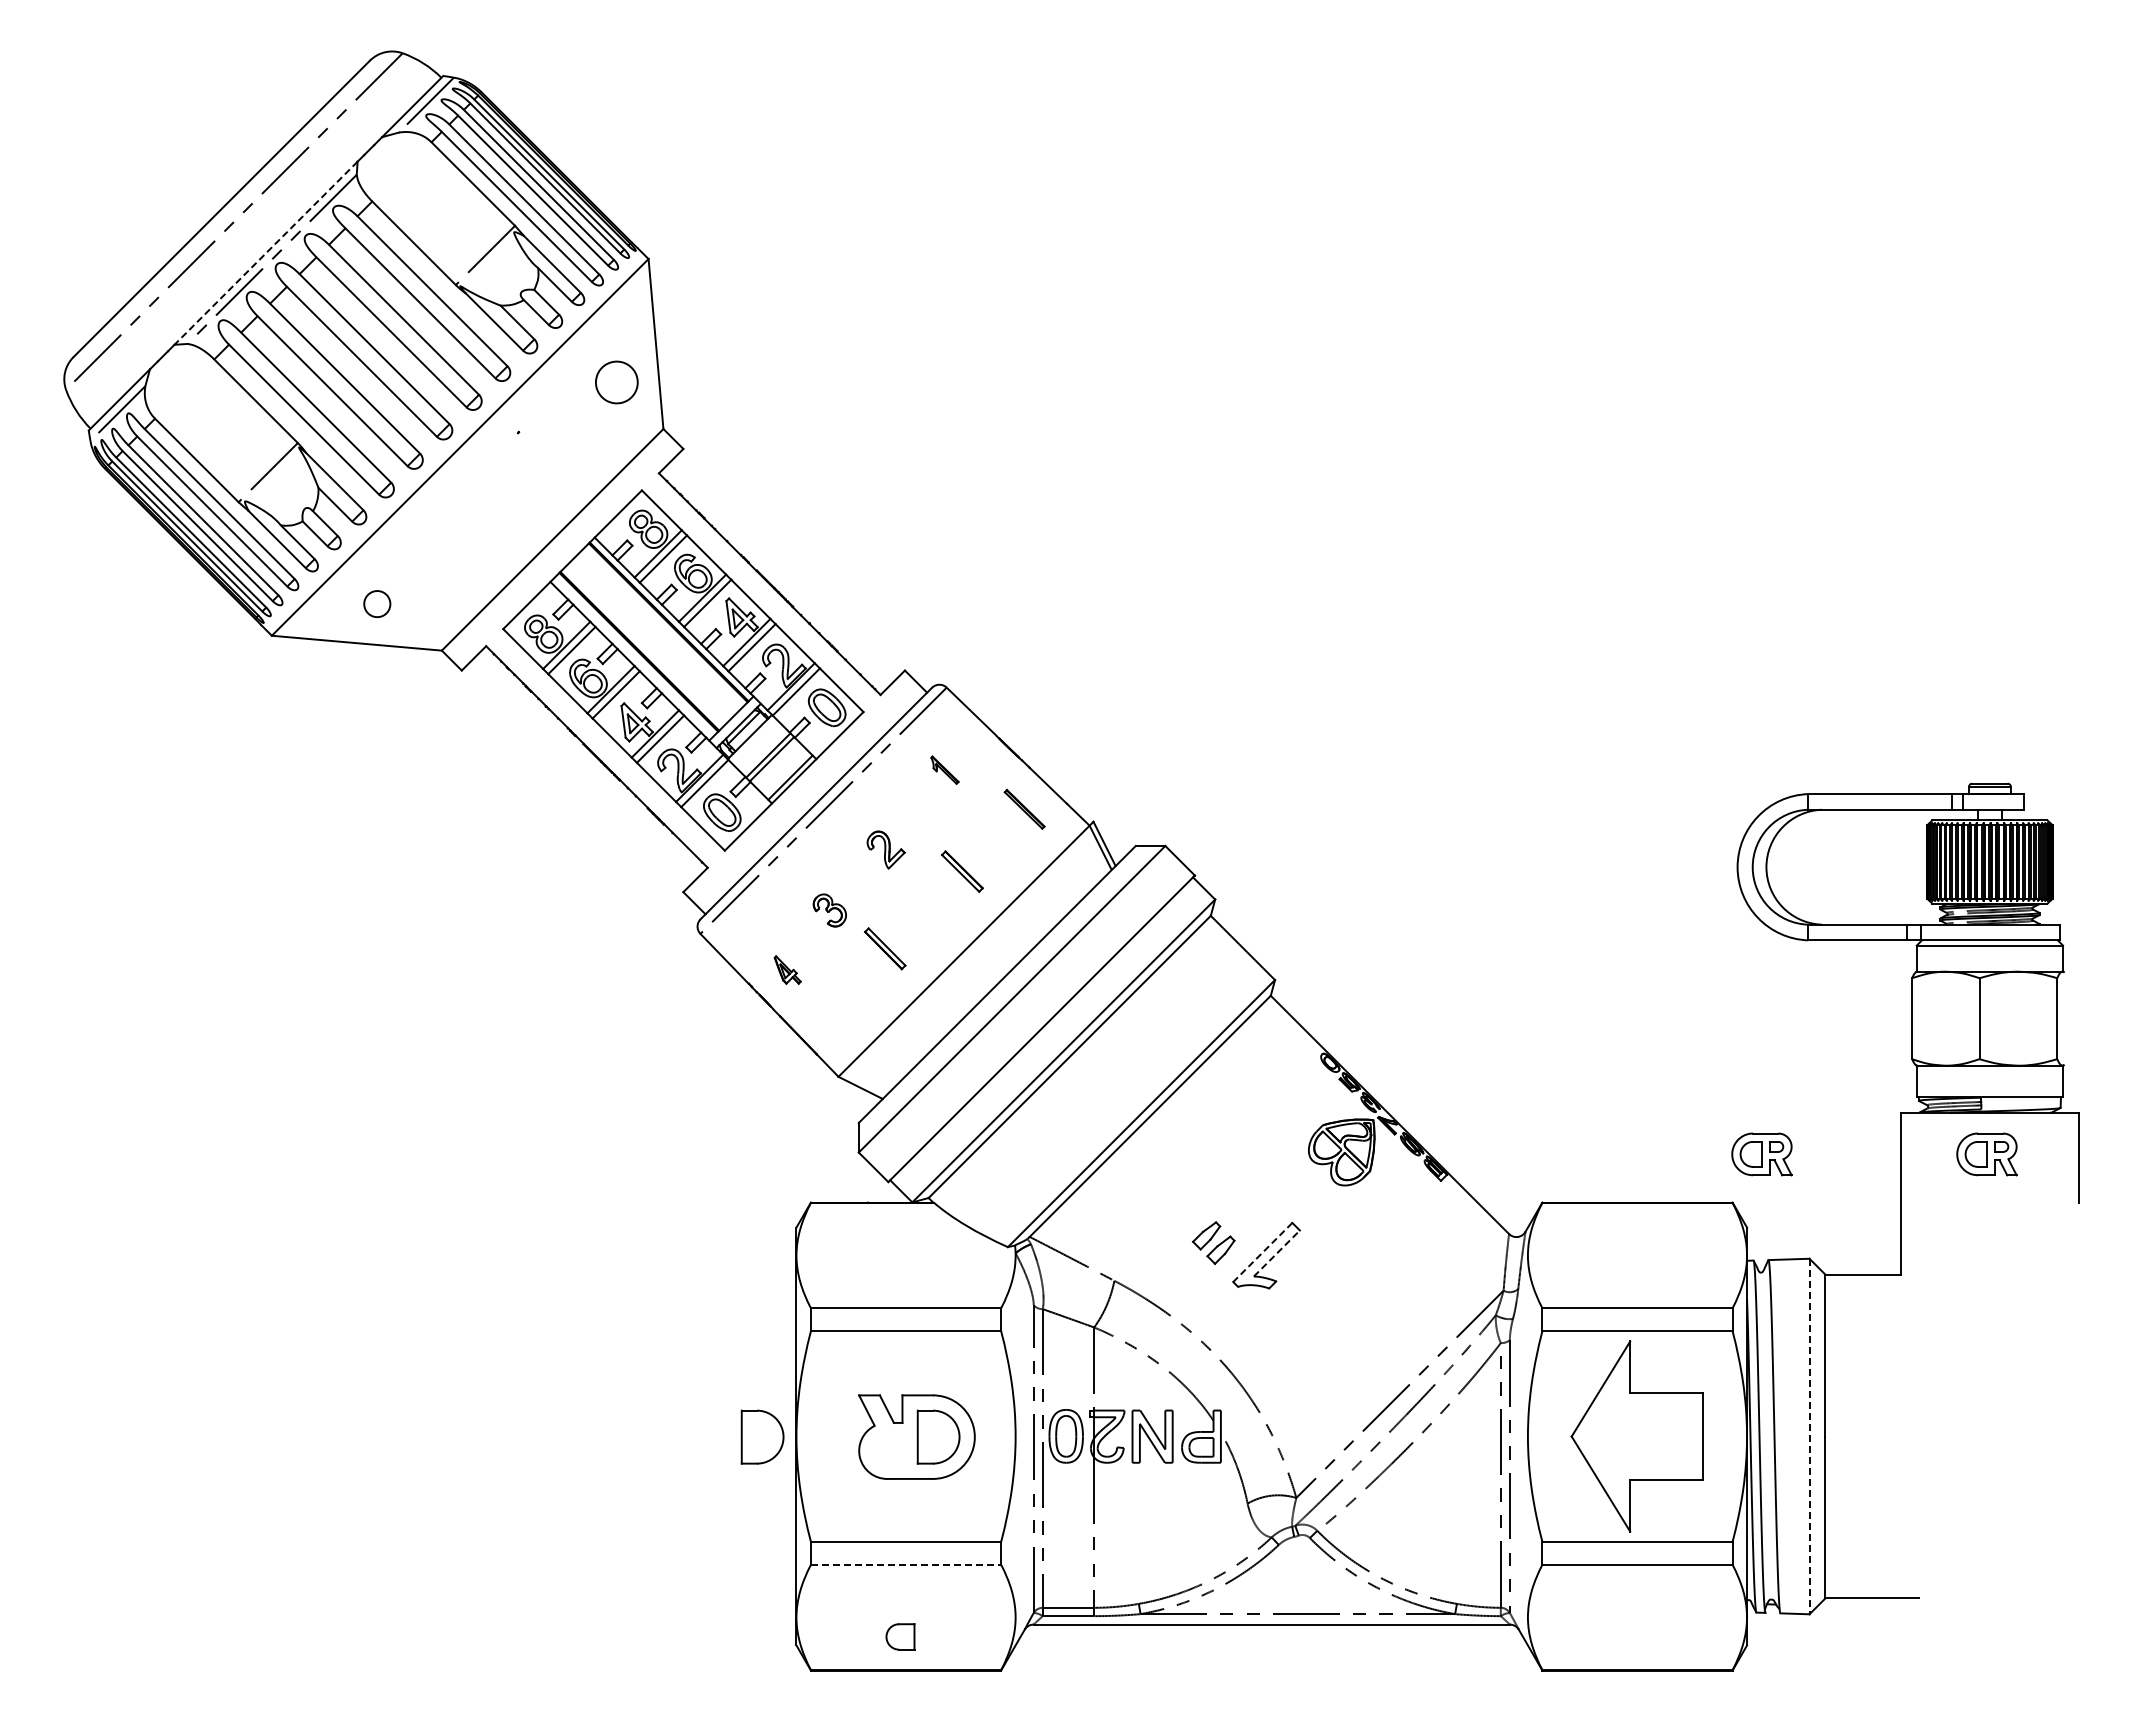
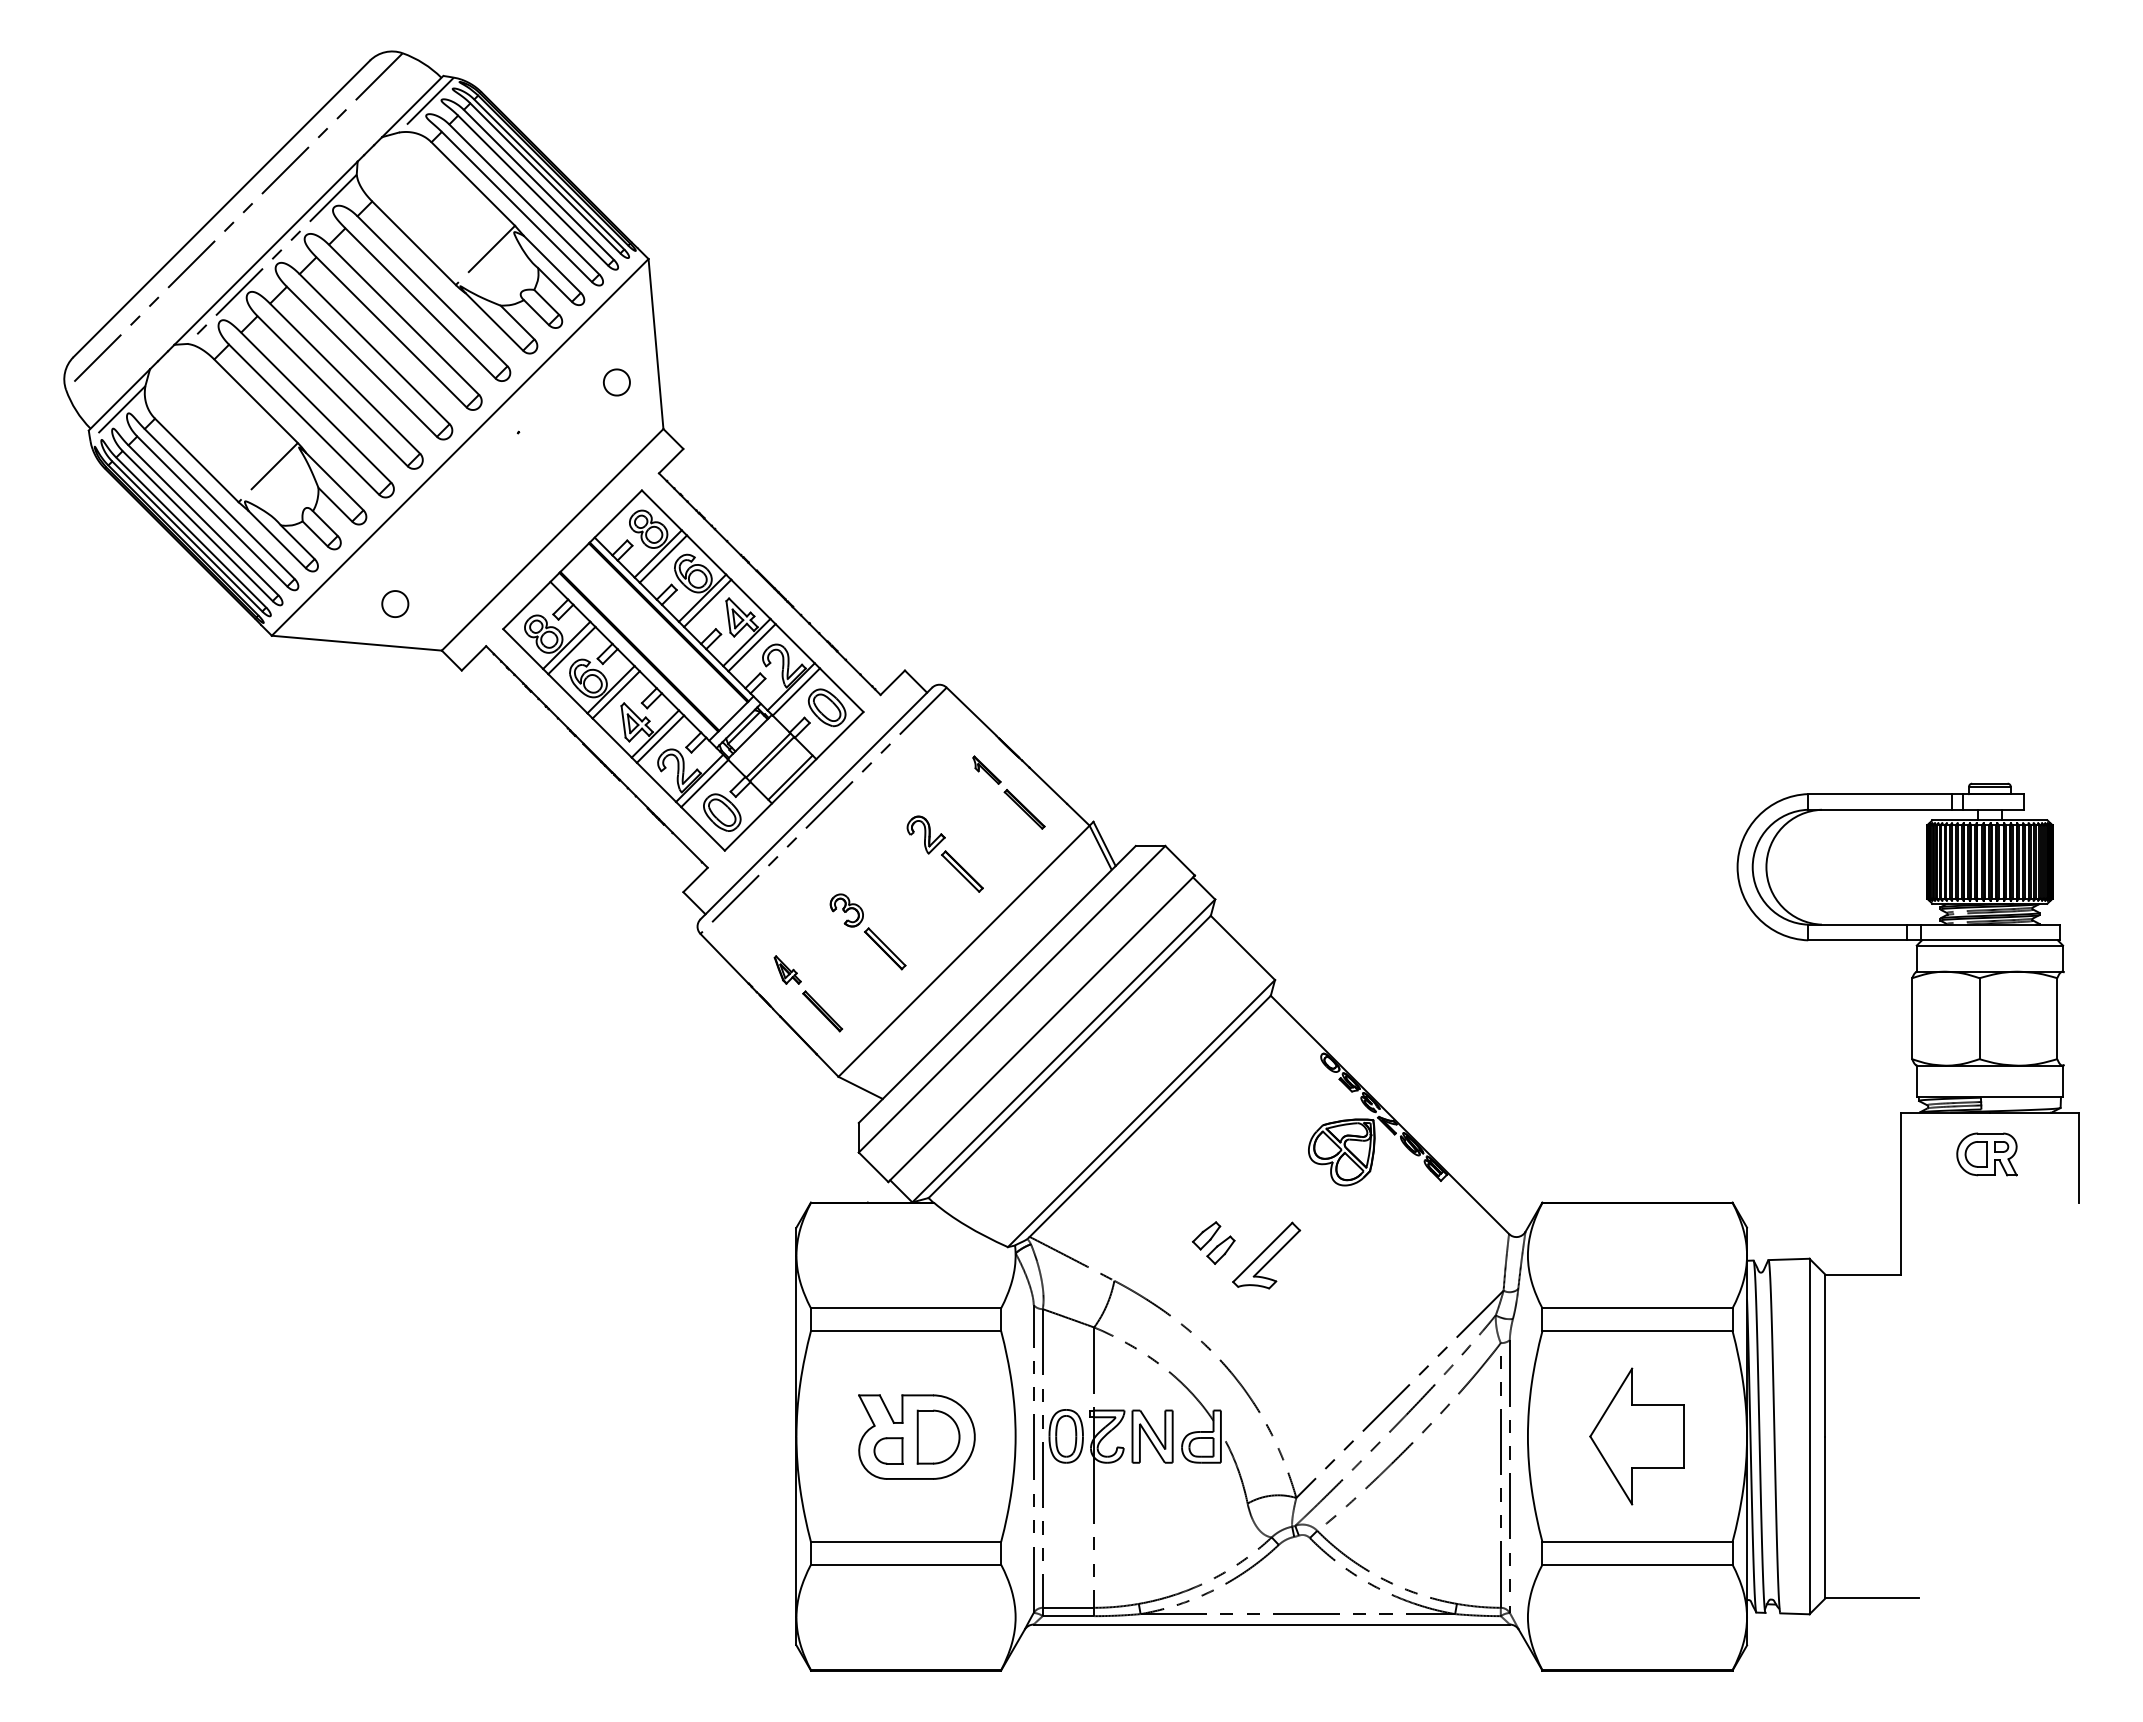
line at (265, 253): dashed -> solid
part at (616, 382) size: 44x45 px -> 28x29 px
part at (377, 603) position: (377, 603) -> (395, 603)
part at (944, 769) position: (944, 769) -> (986, 769)
part at (885, 849) position: (885, 849) -> (925, 834)
part at (829, 910) position: (829, 910) -> (846, 910)
part at (822, 1011): none -> present
part at (1761, 1154): present -> none
line at (1262, 1252): dashed -> solid
line at (1276, 1253): dashed -> solid
part at (762, 1436): present -> none
part at (1636, 1436) size: 134x193 px -> 96x139 px
line at (1809, 1436): dashed -> solid
line at (906, 1564): dashed -> solid
part at (900, 1636) position: (900, 1636) -> (888, 1450)
